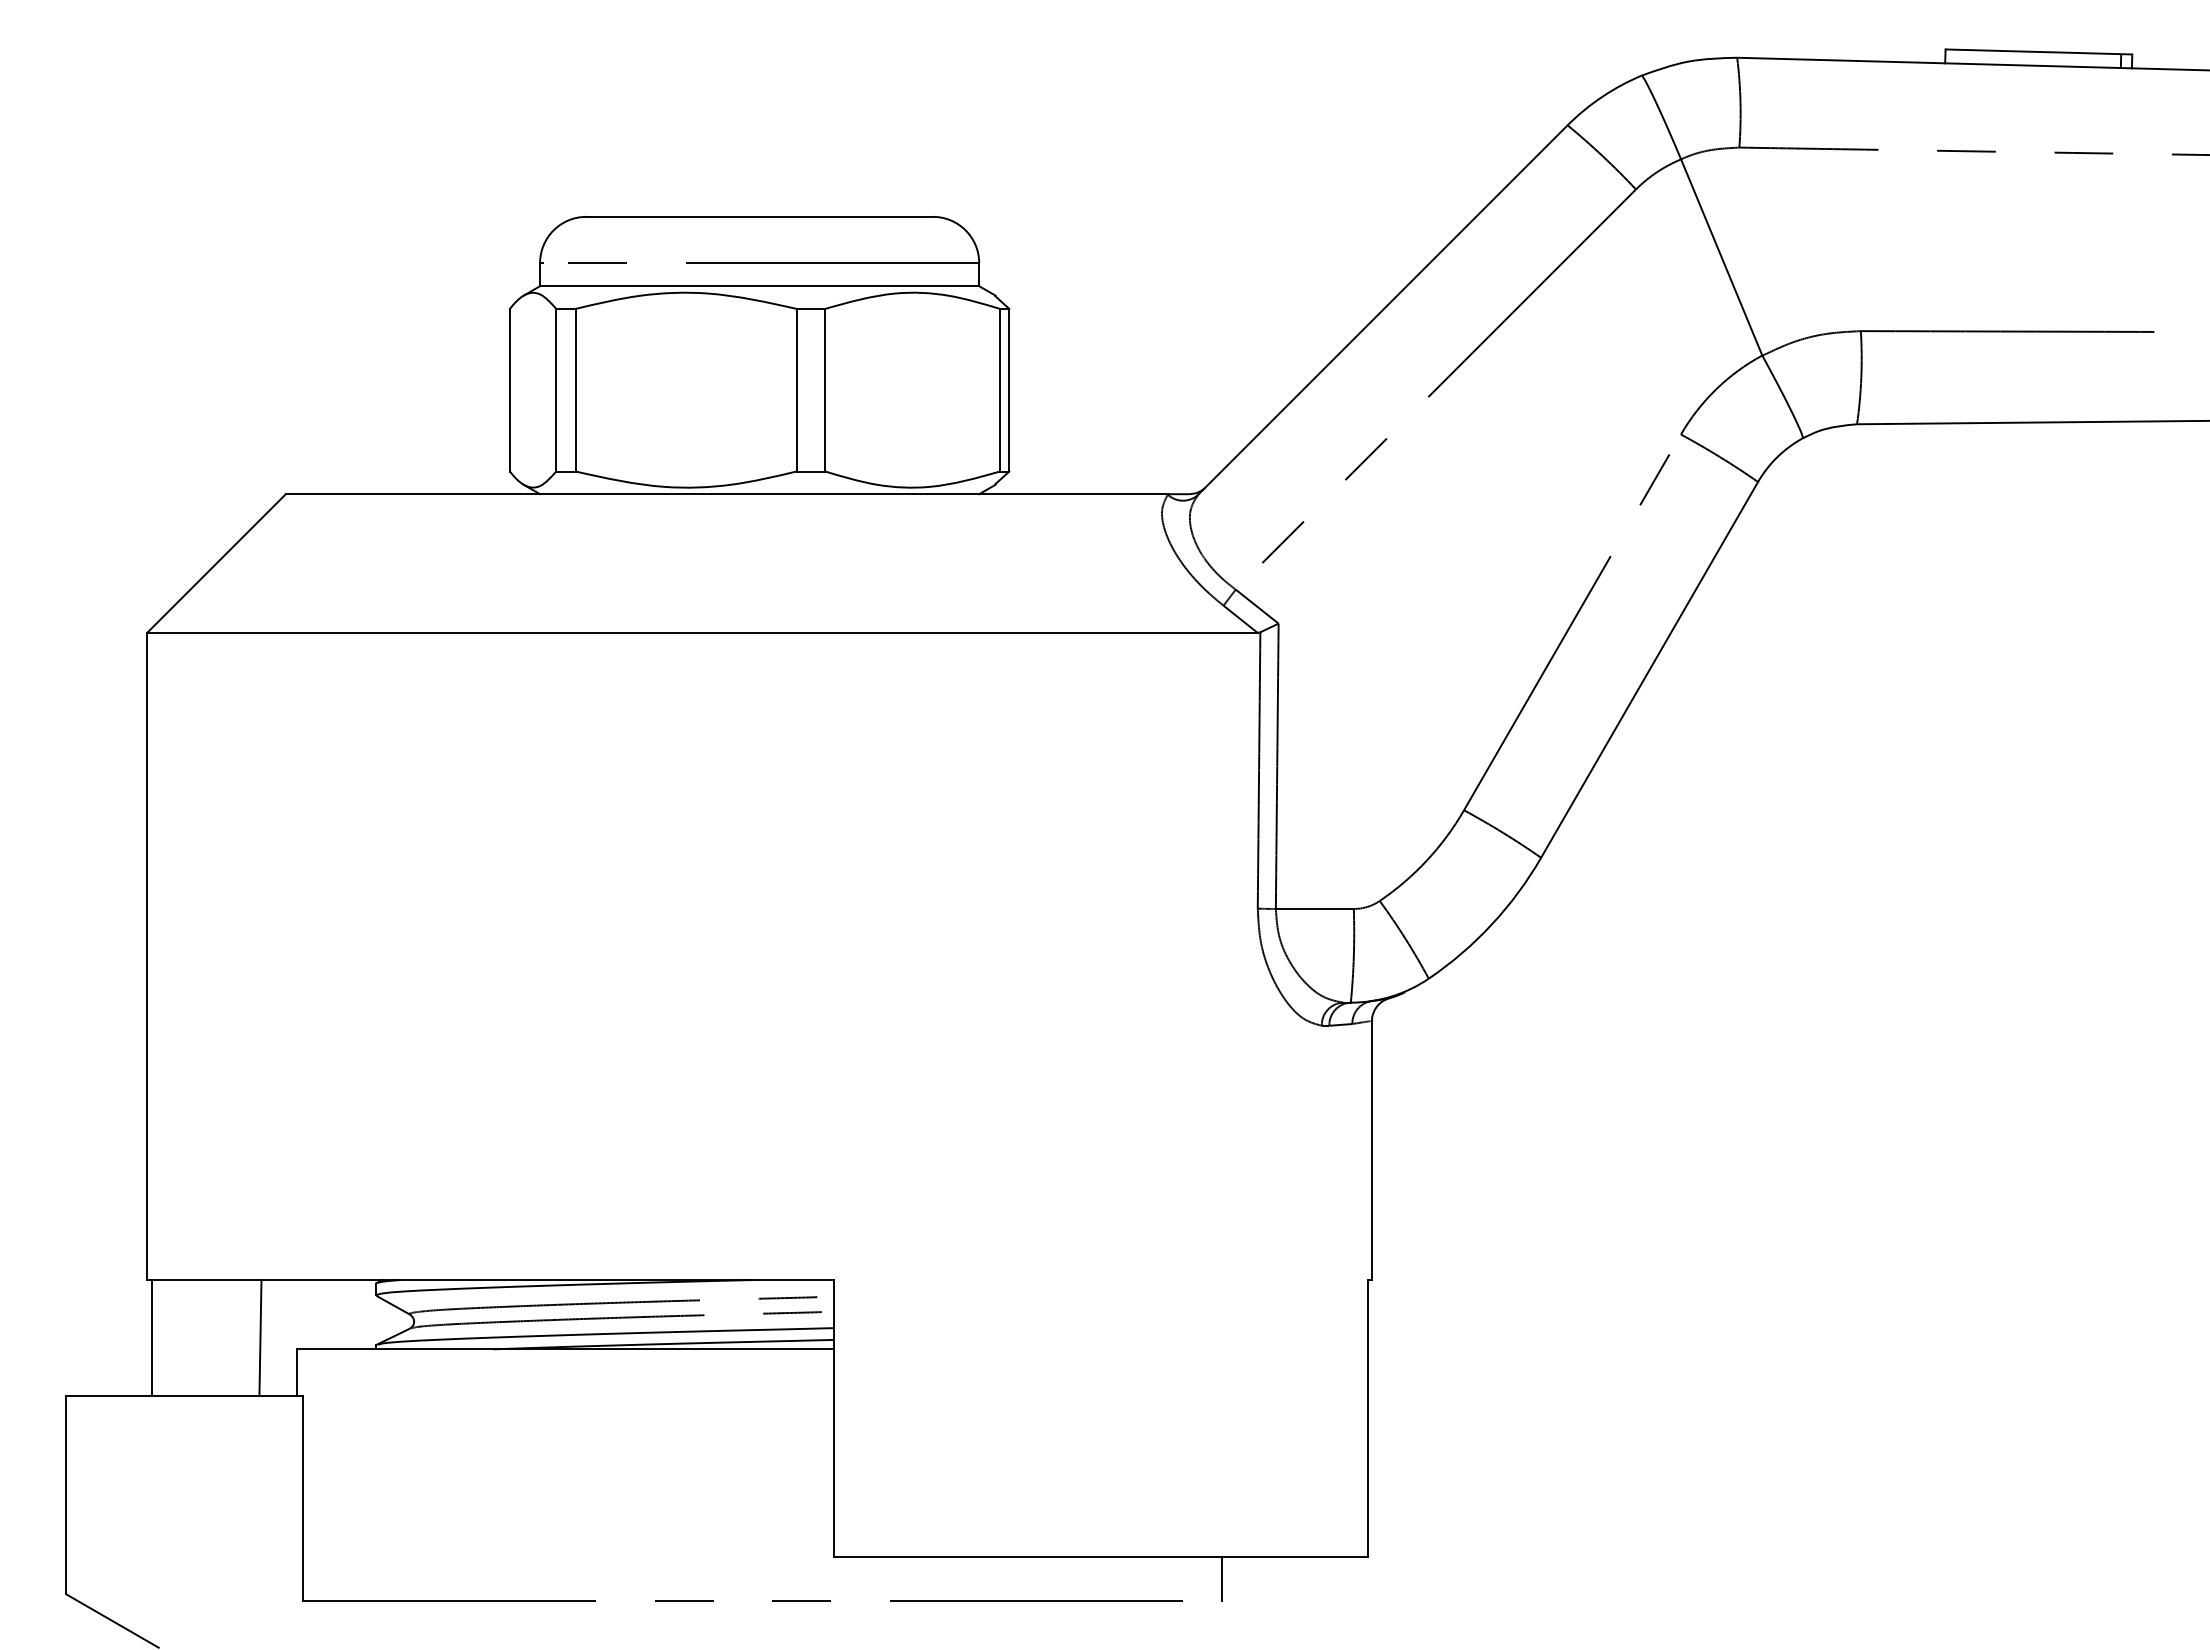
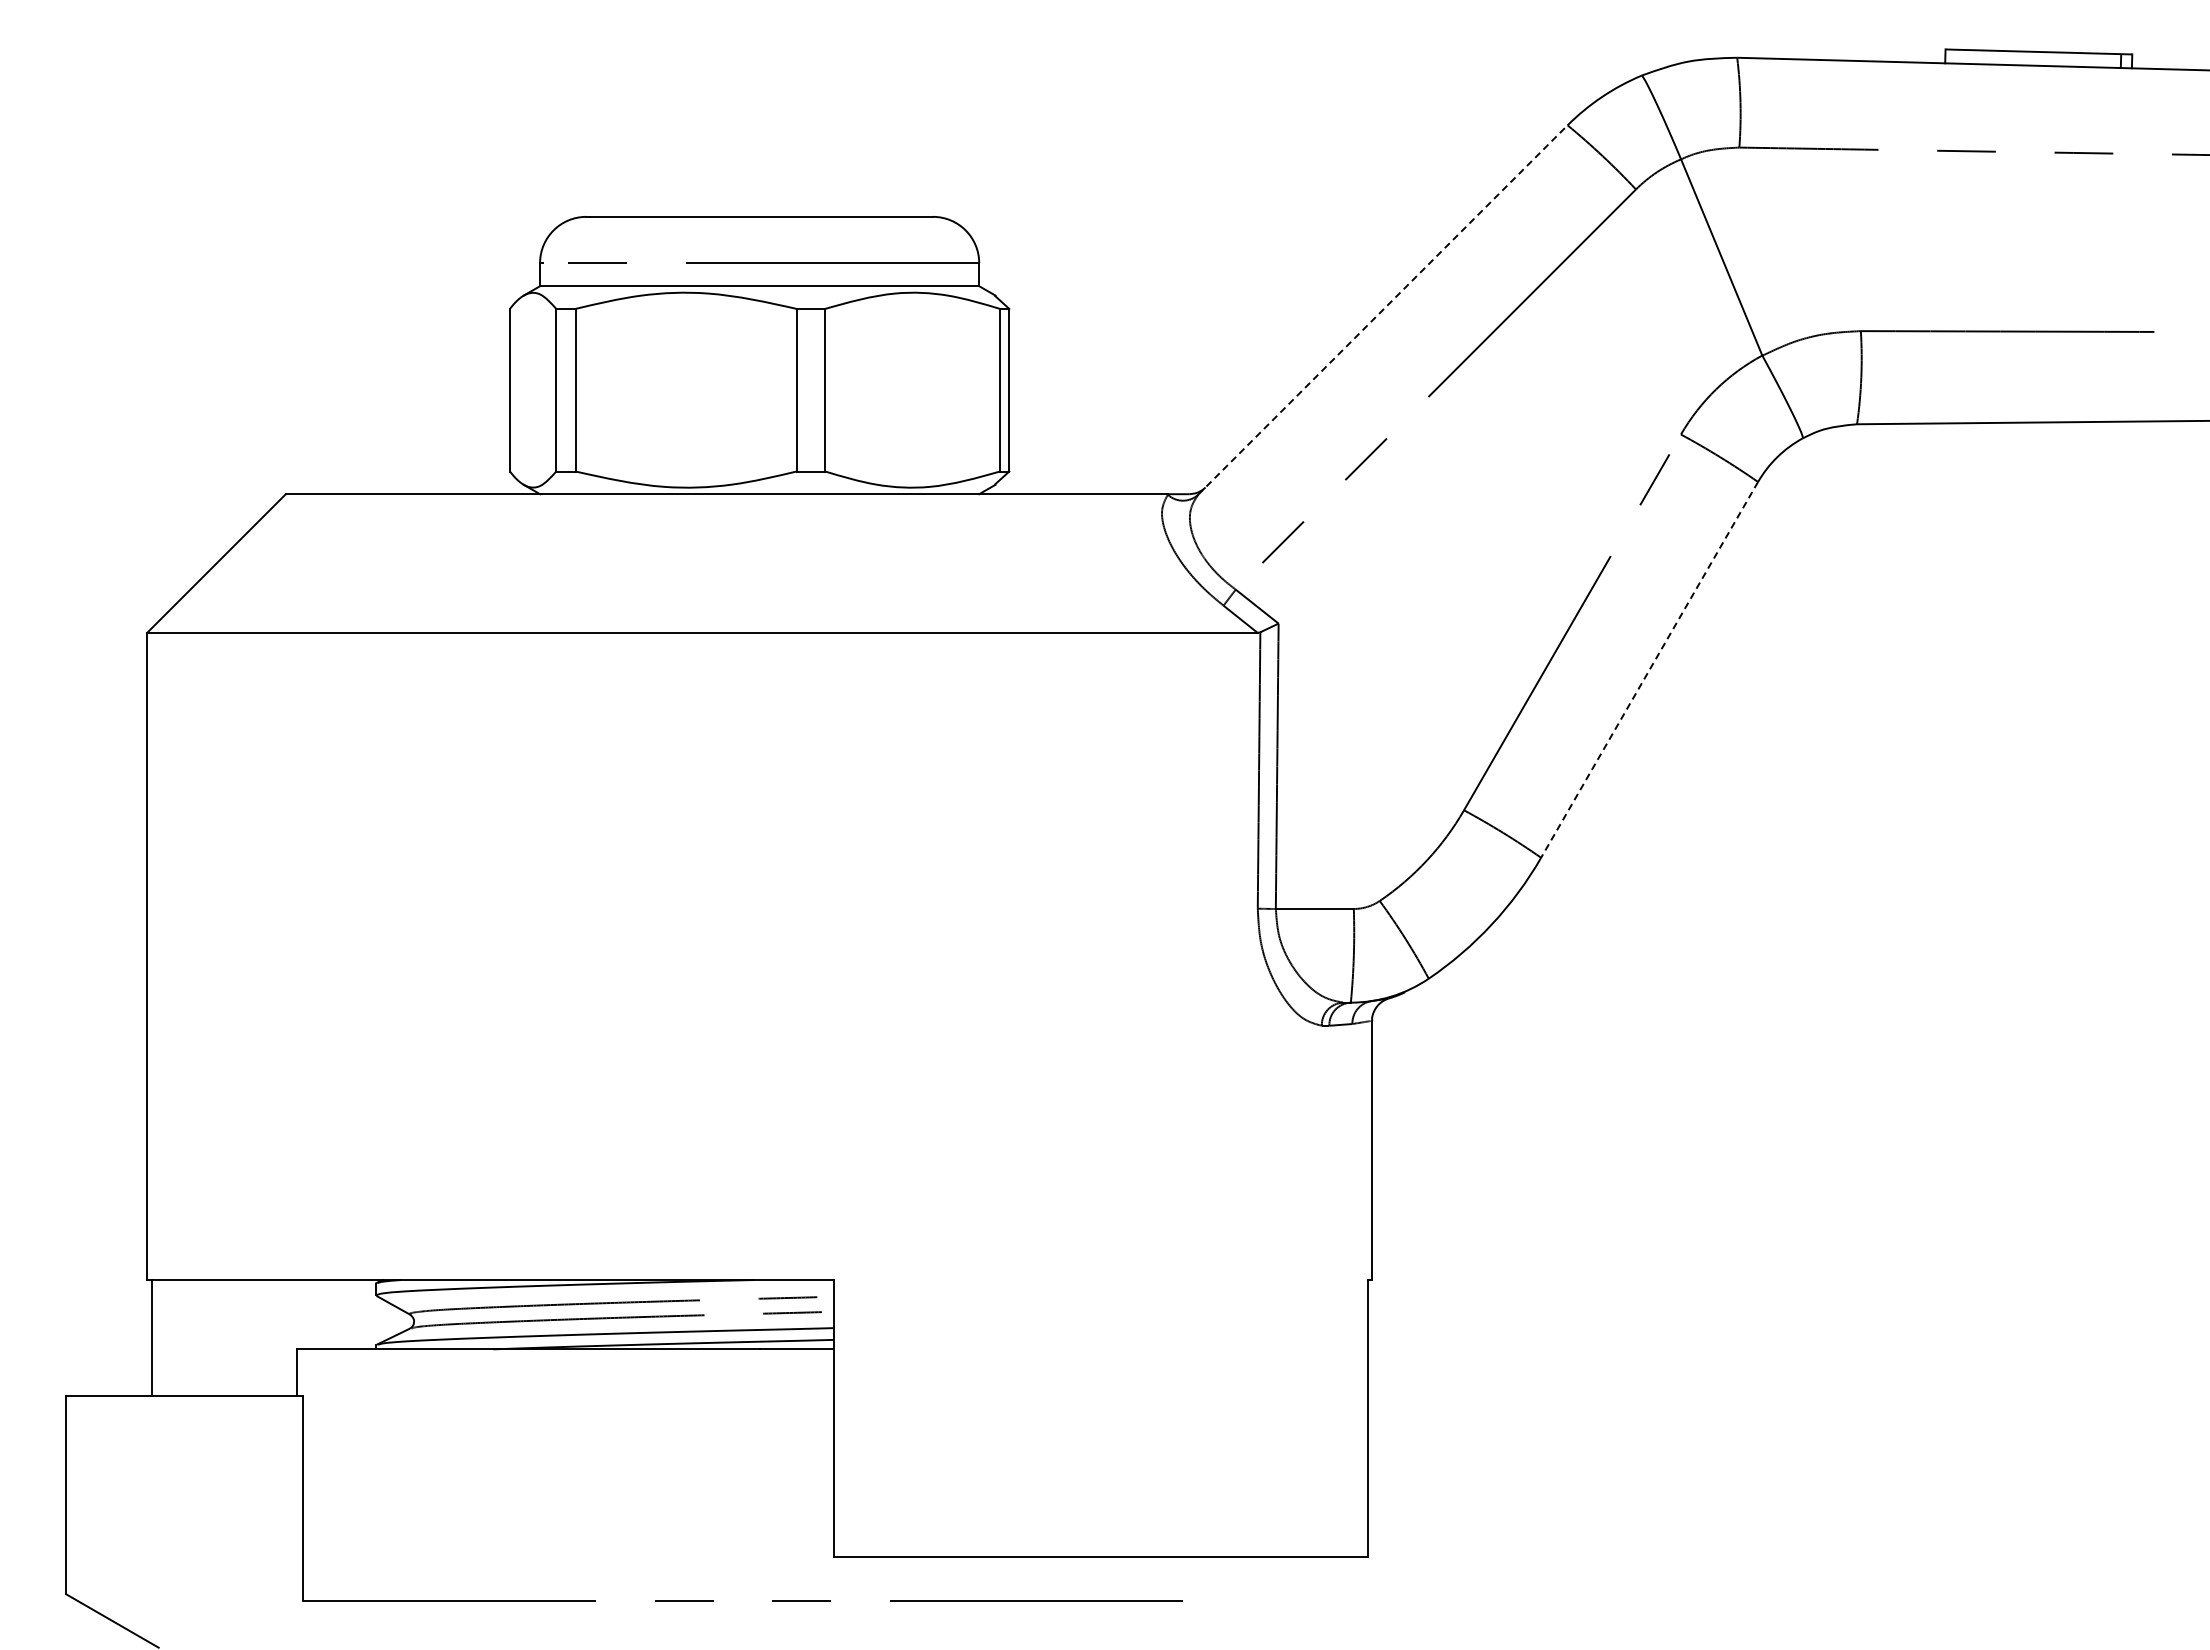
line at (1383, 309): solid -> dashed
line at (1649, 669): solid -> dashed
line at (260, 1337): present -> none
line at (1221, 1578): present -> none
